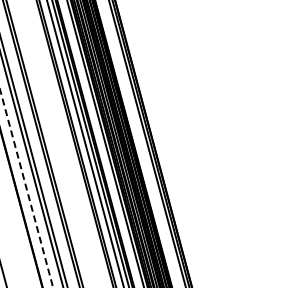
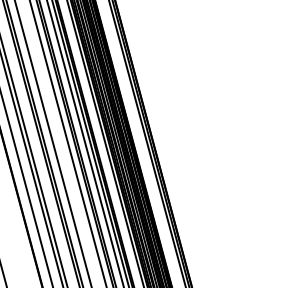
line at (52, 143): none -> present
line at (67, 143): none -> present
line at (26, 189): dashed -> solid
